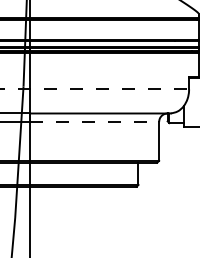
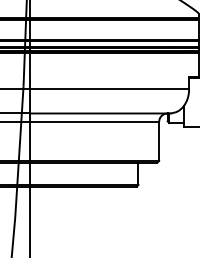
line at (95, 89): dashed -> solid
line at (95, 122): dashed -> solid
